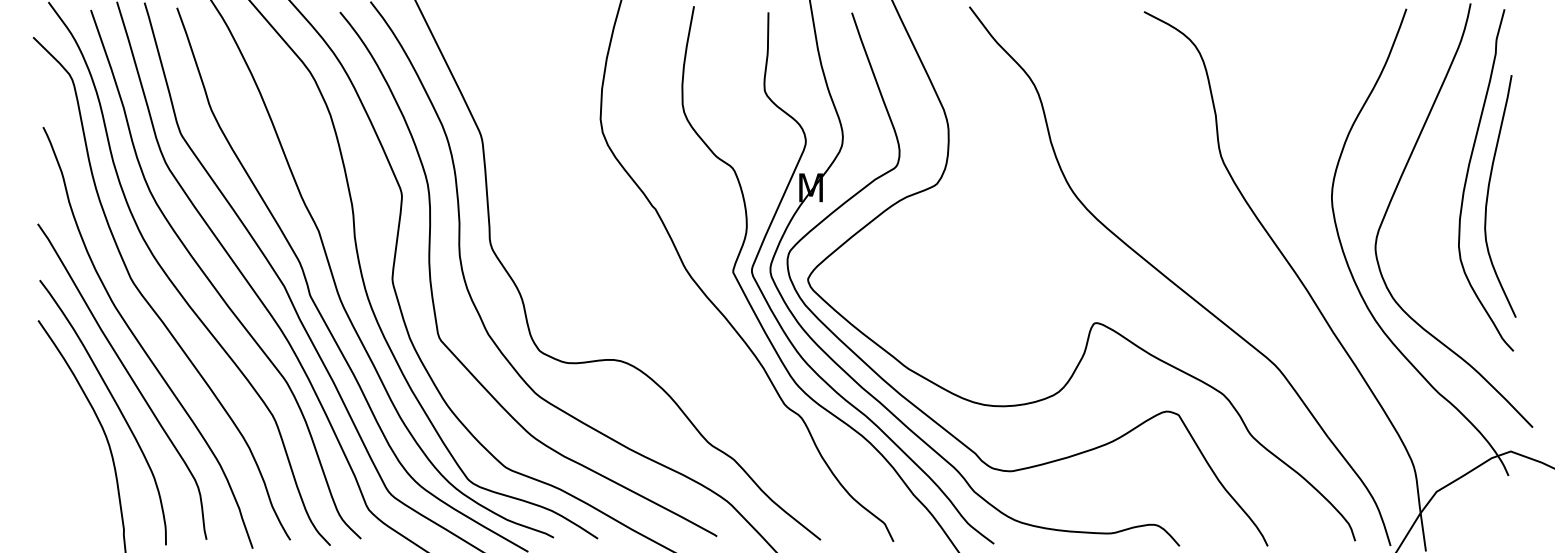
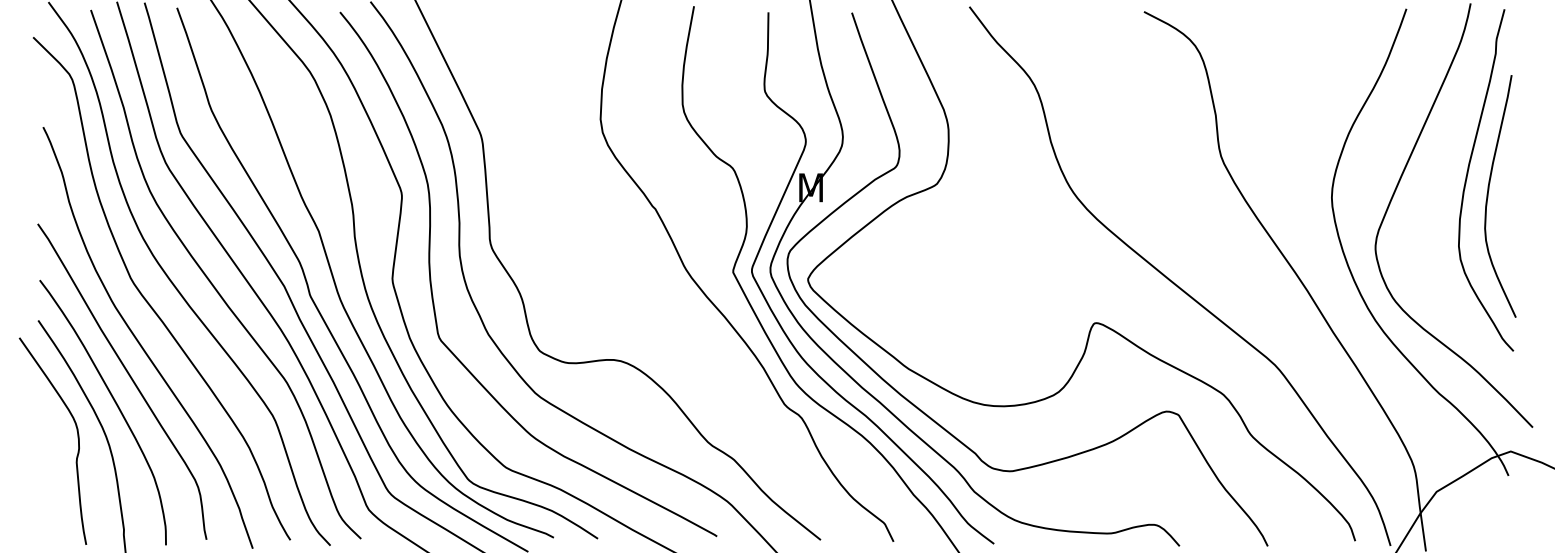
curve at (77, 438): none -> present
